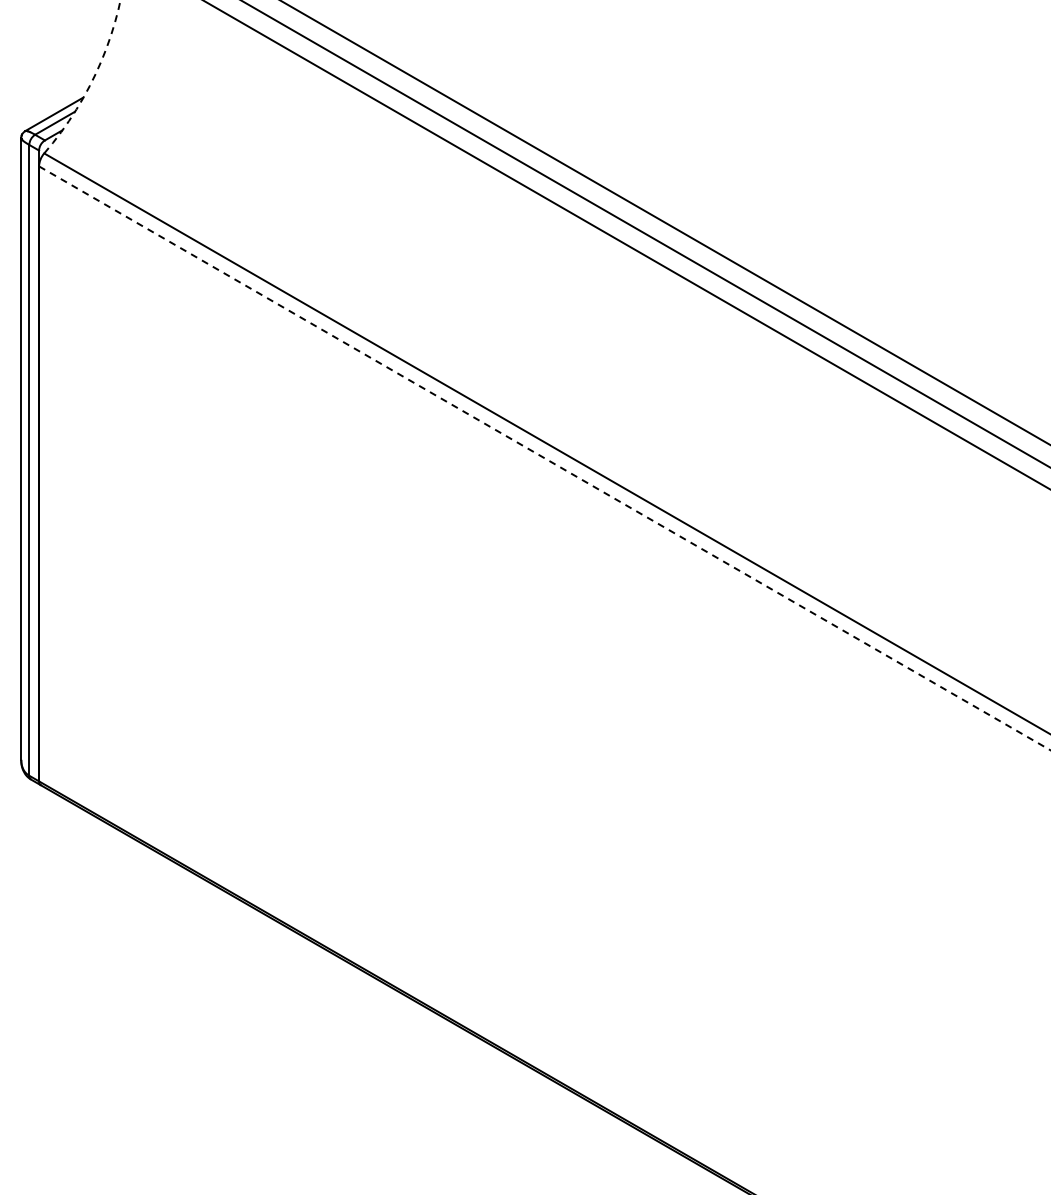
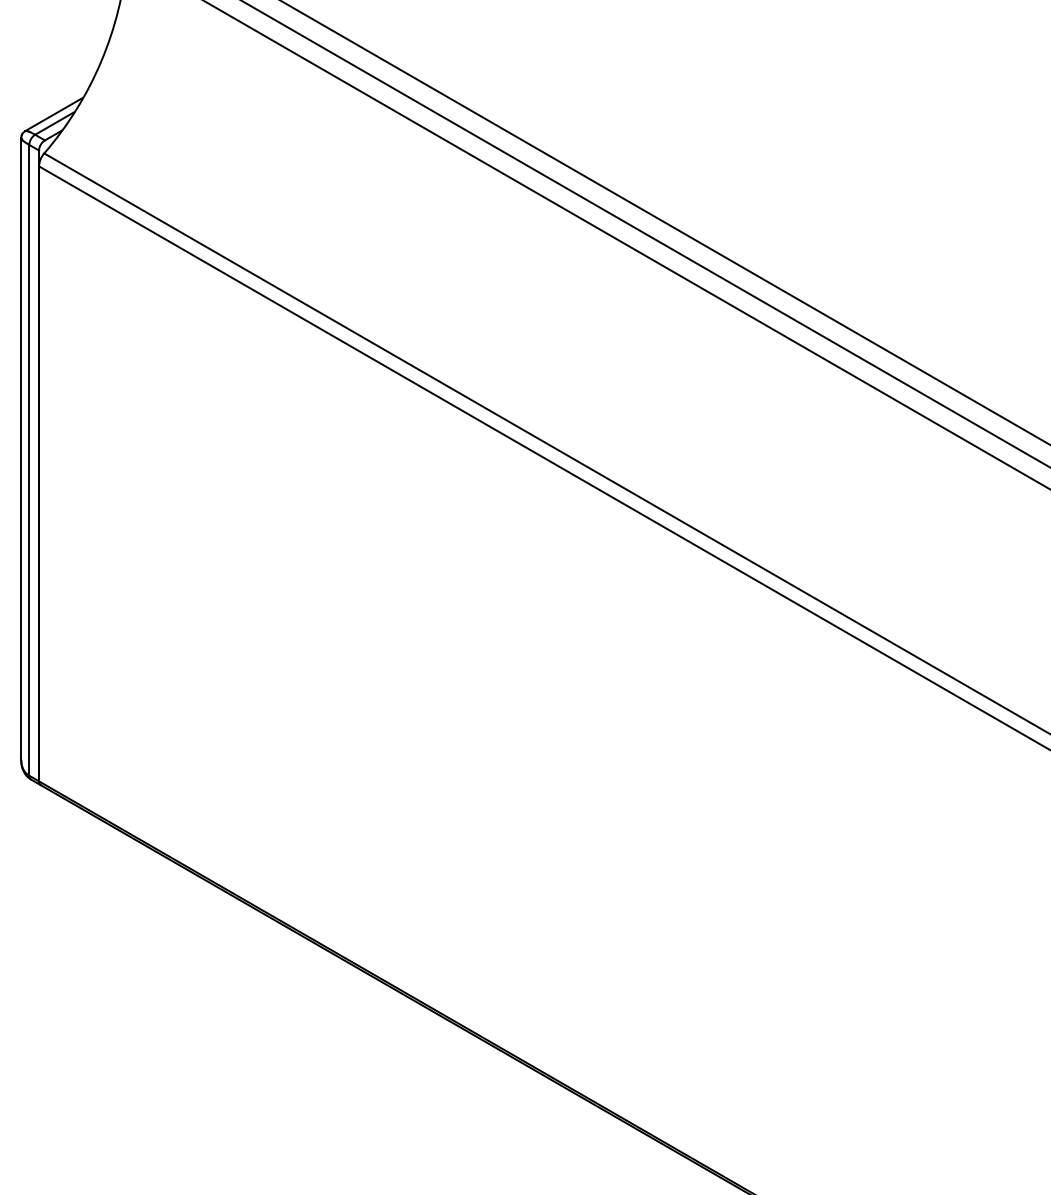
arc at (91, 81): dashed -> solid
line at (544, 458): dashed -> solid
